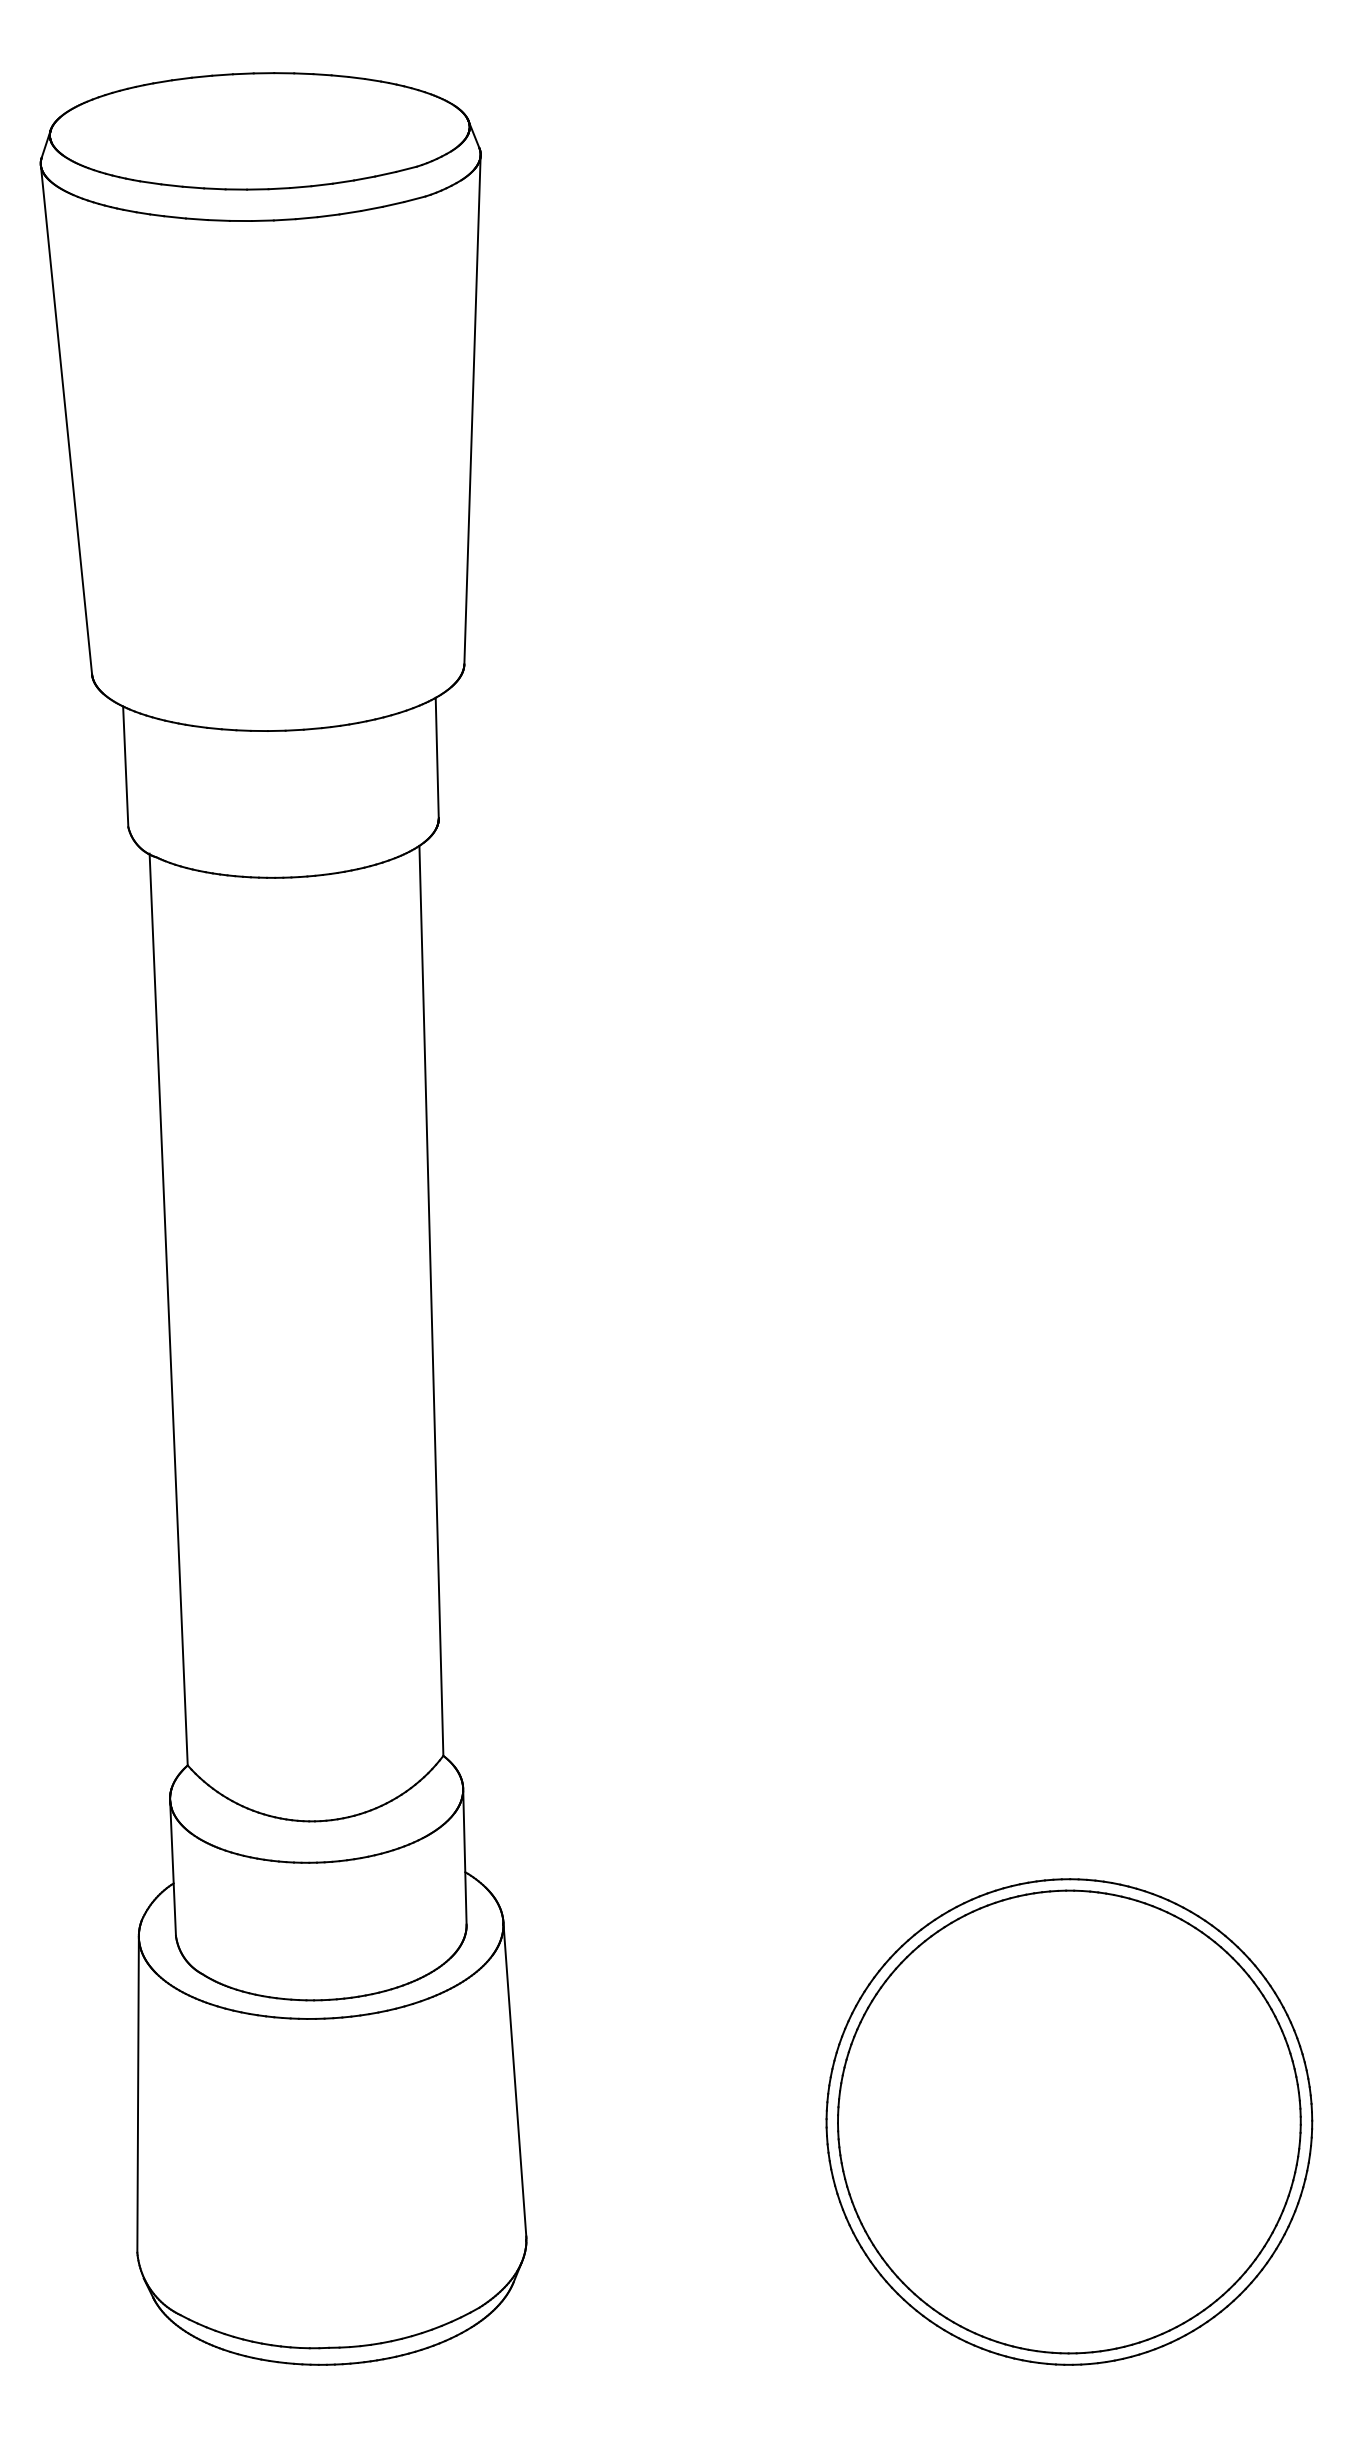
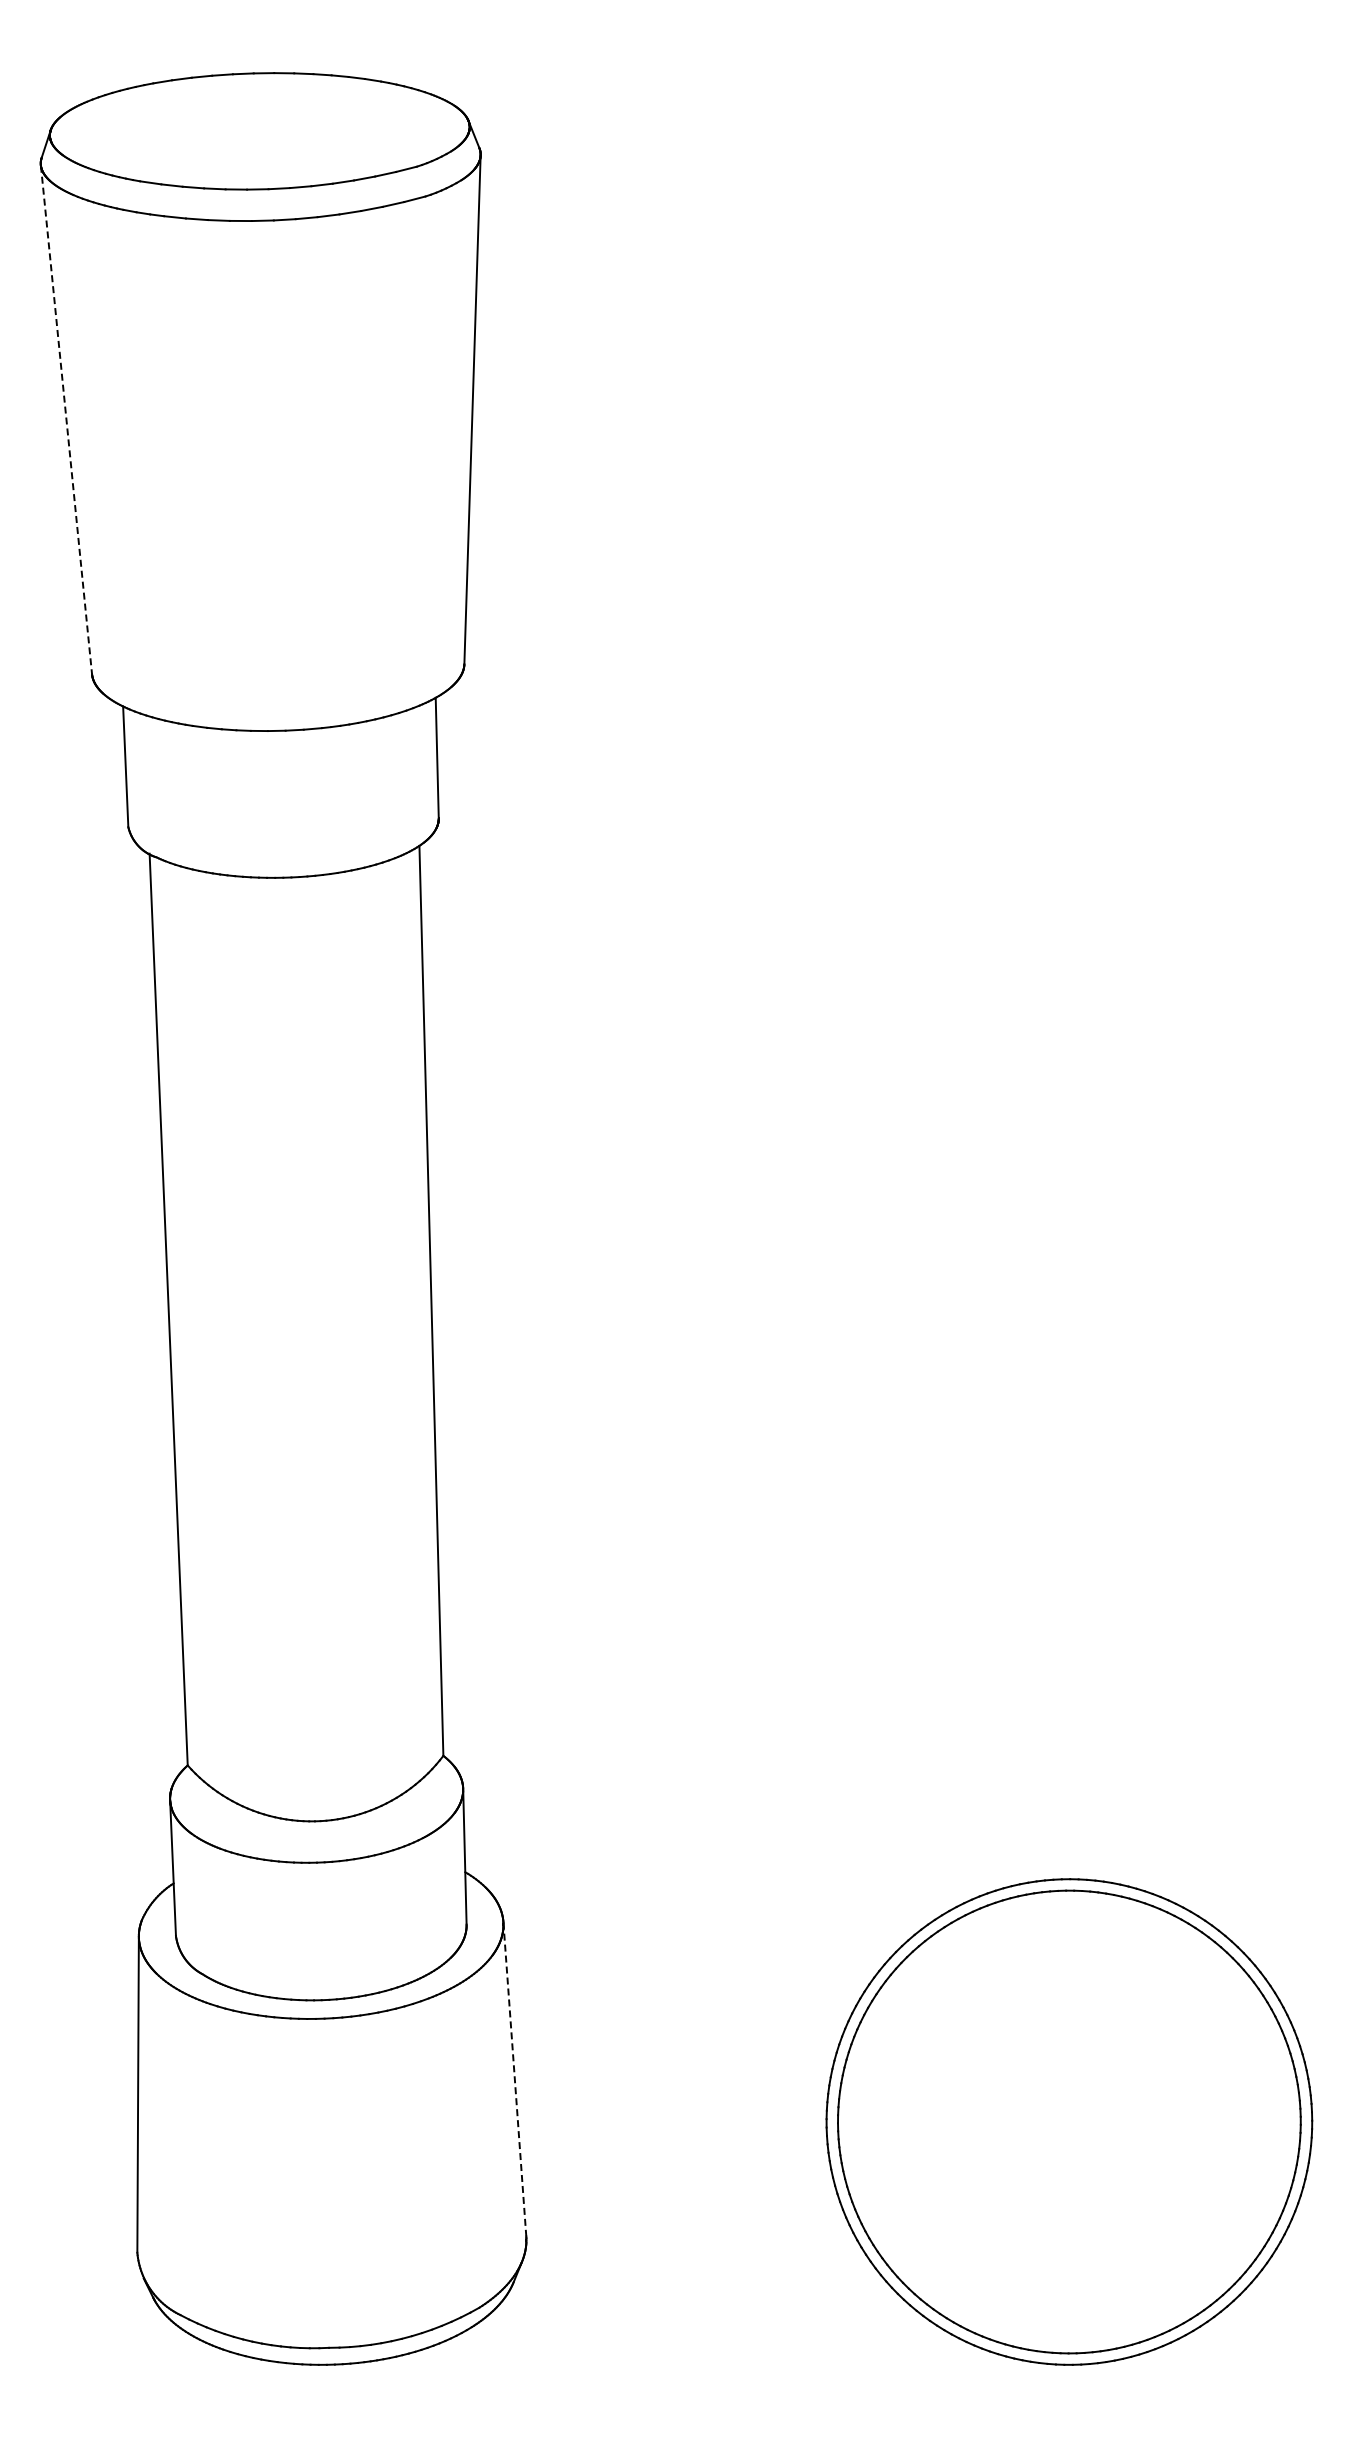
line at (66, 420): solid -> dashed
line at (514, 2080): solid -> dashed
